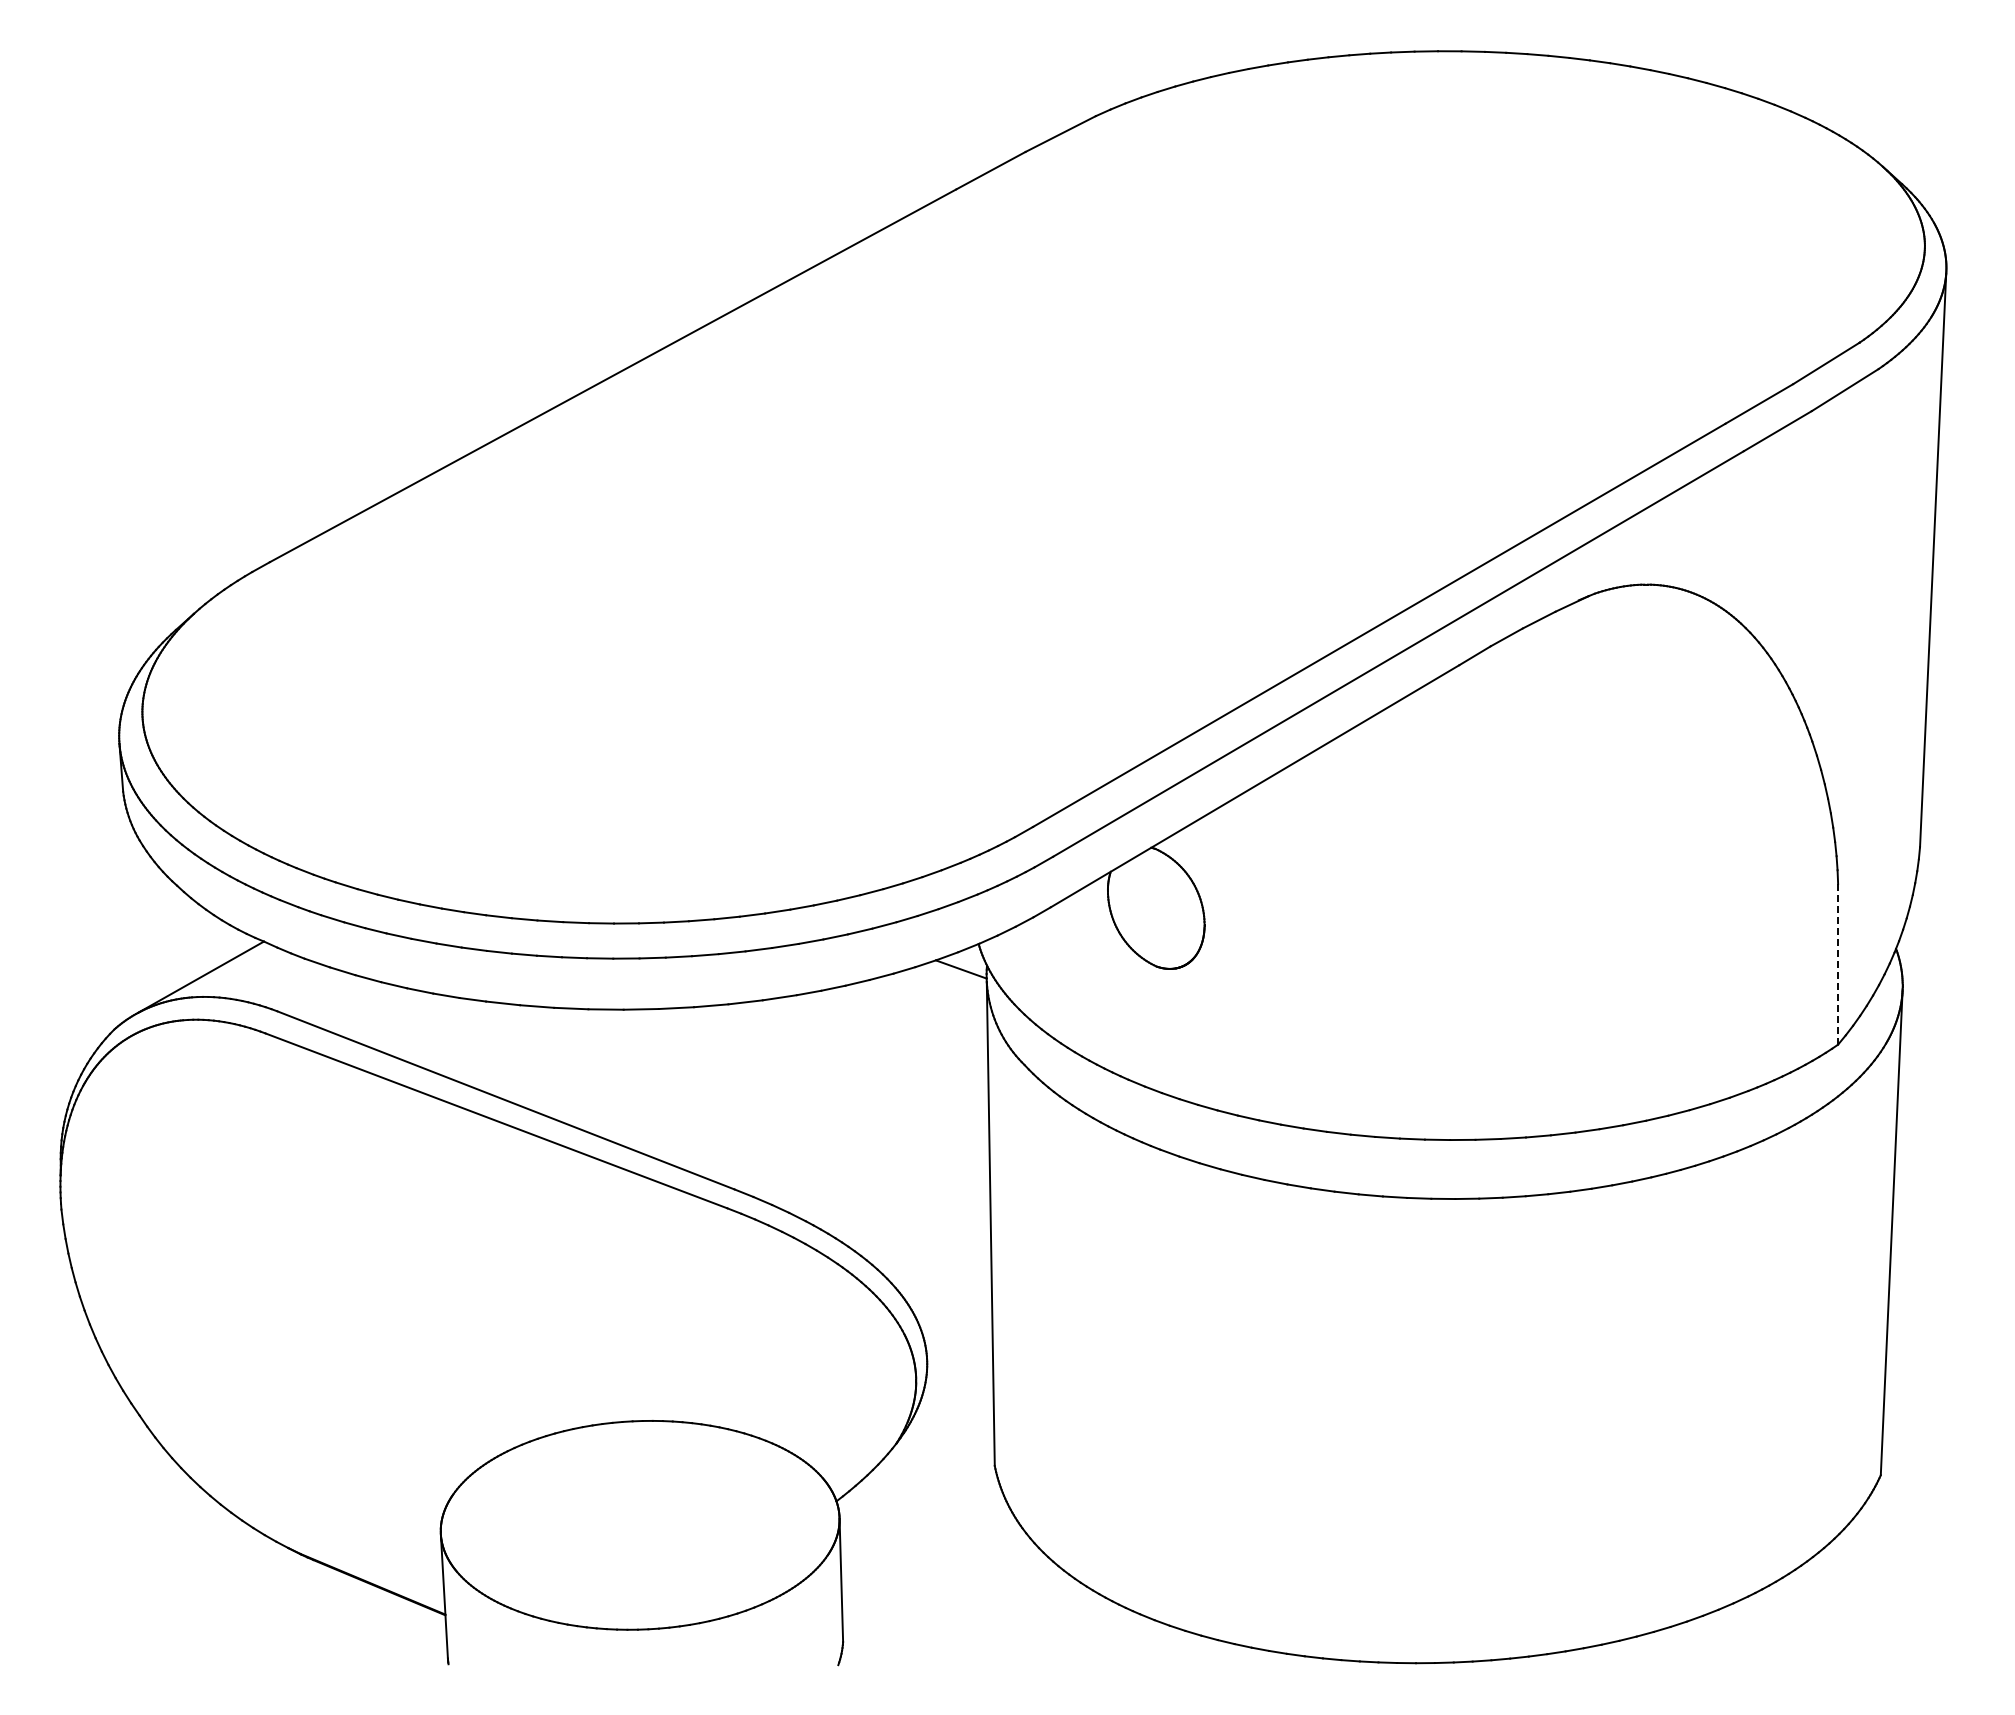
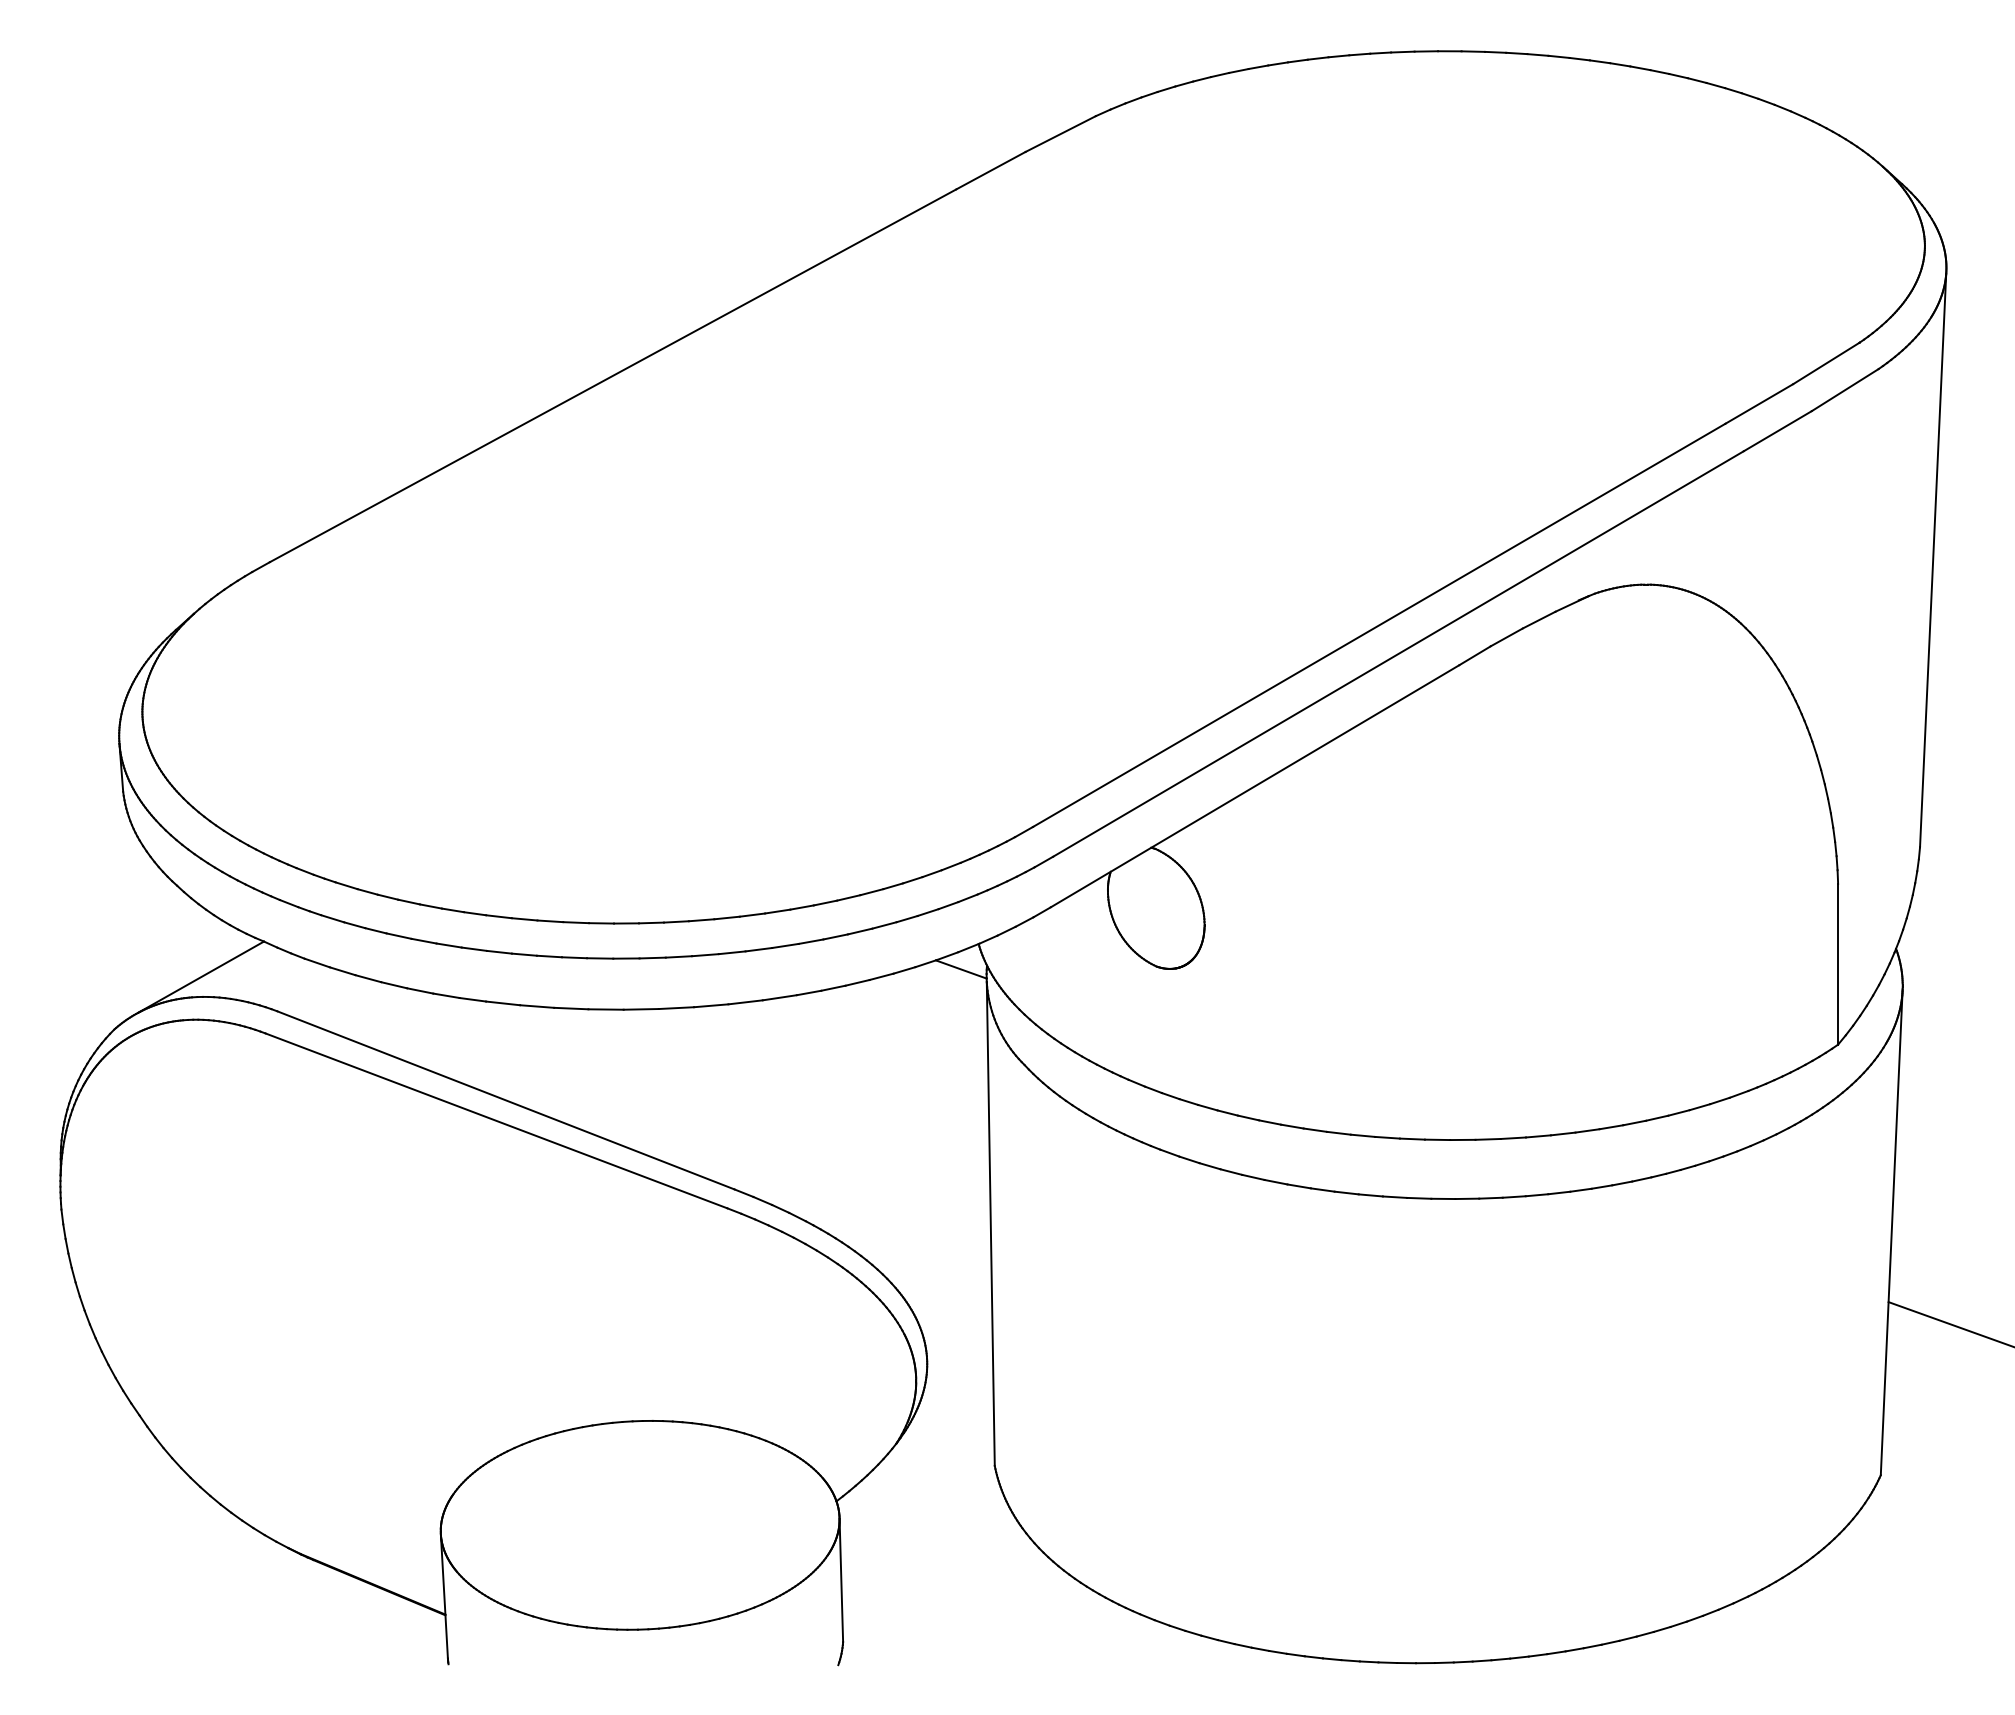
line at (1838, 963): dashed -> solid
line at (1949, 1324): none -> present
